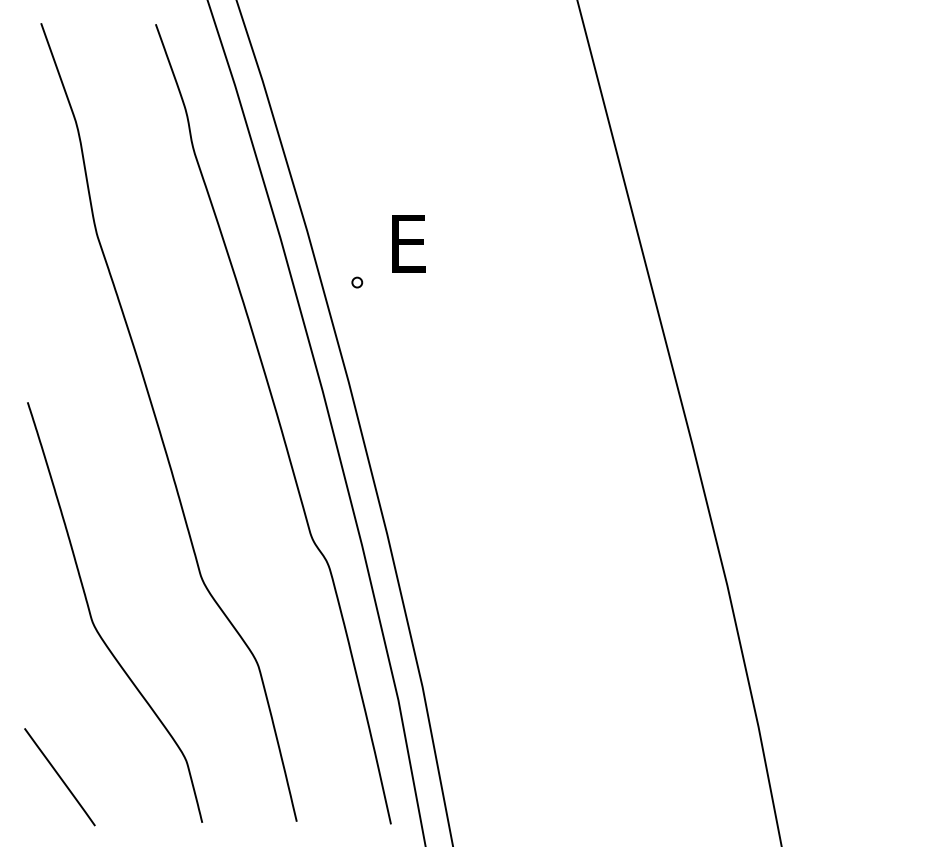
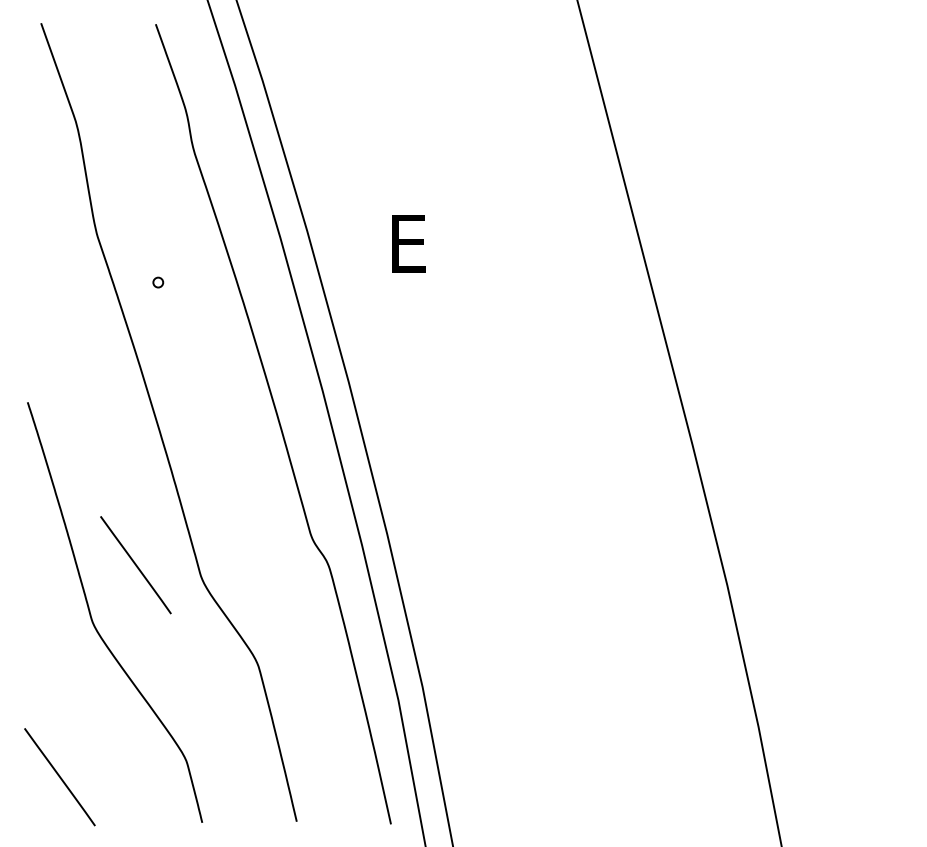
part at (357, 282) position: (357, 282) -> (158, 282)
line at (135, 565): none -> present
